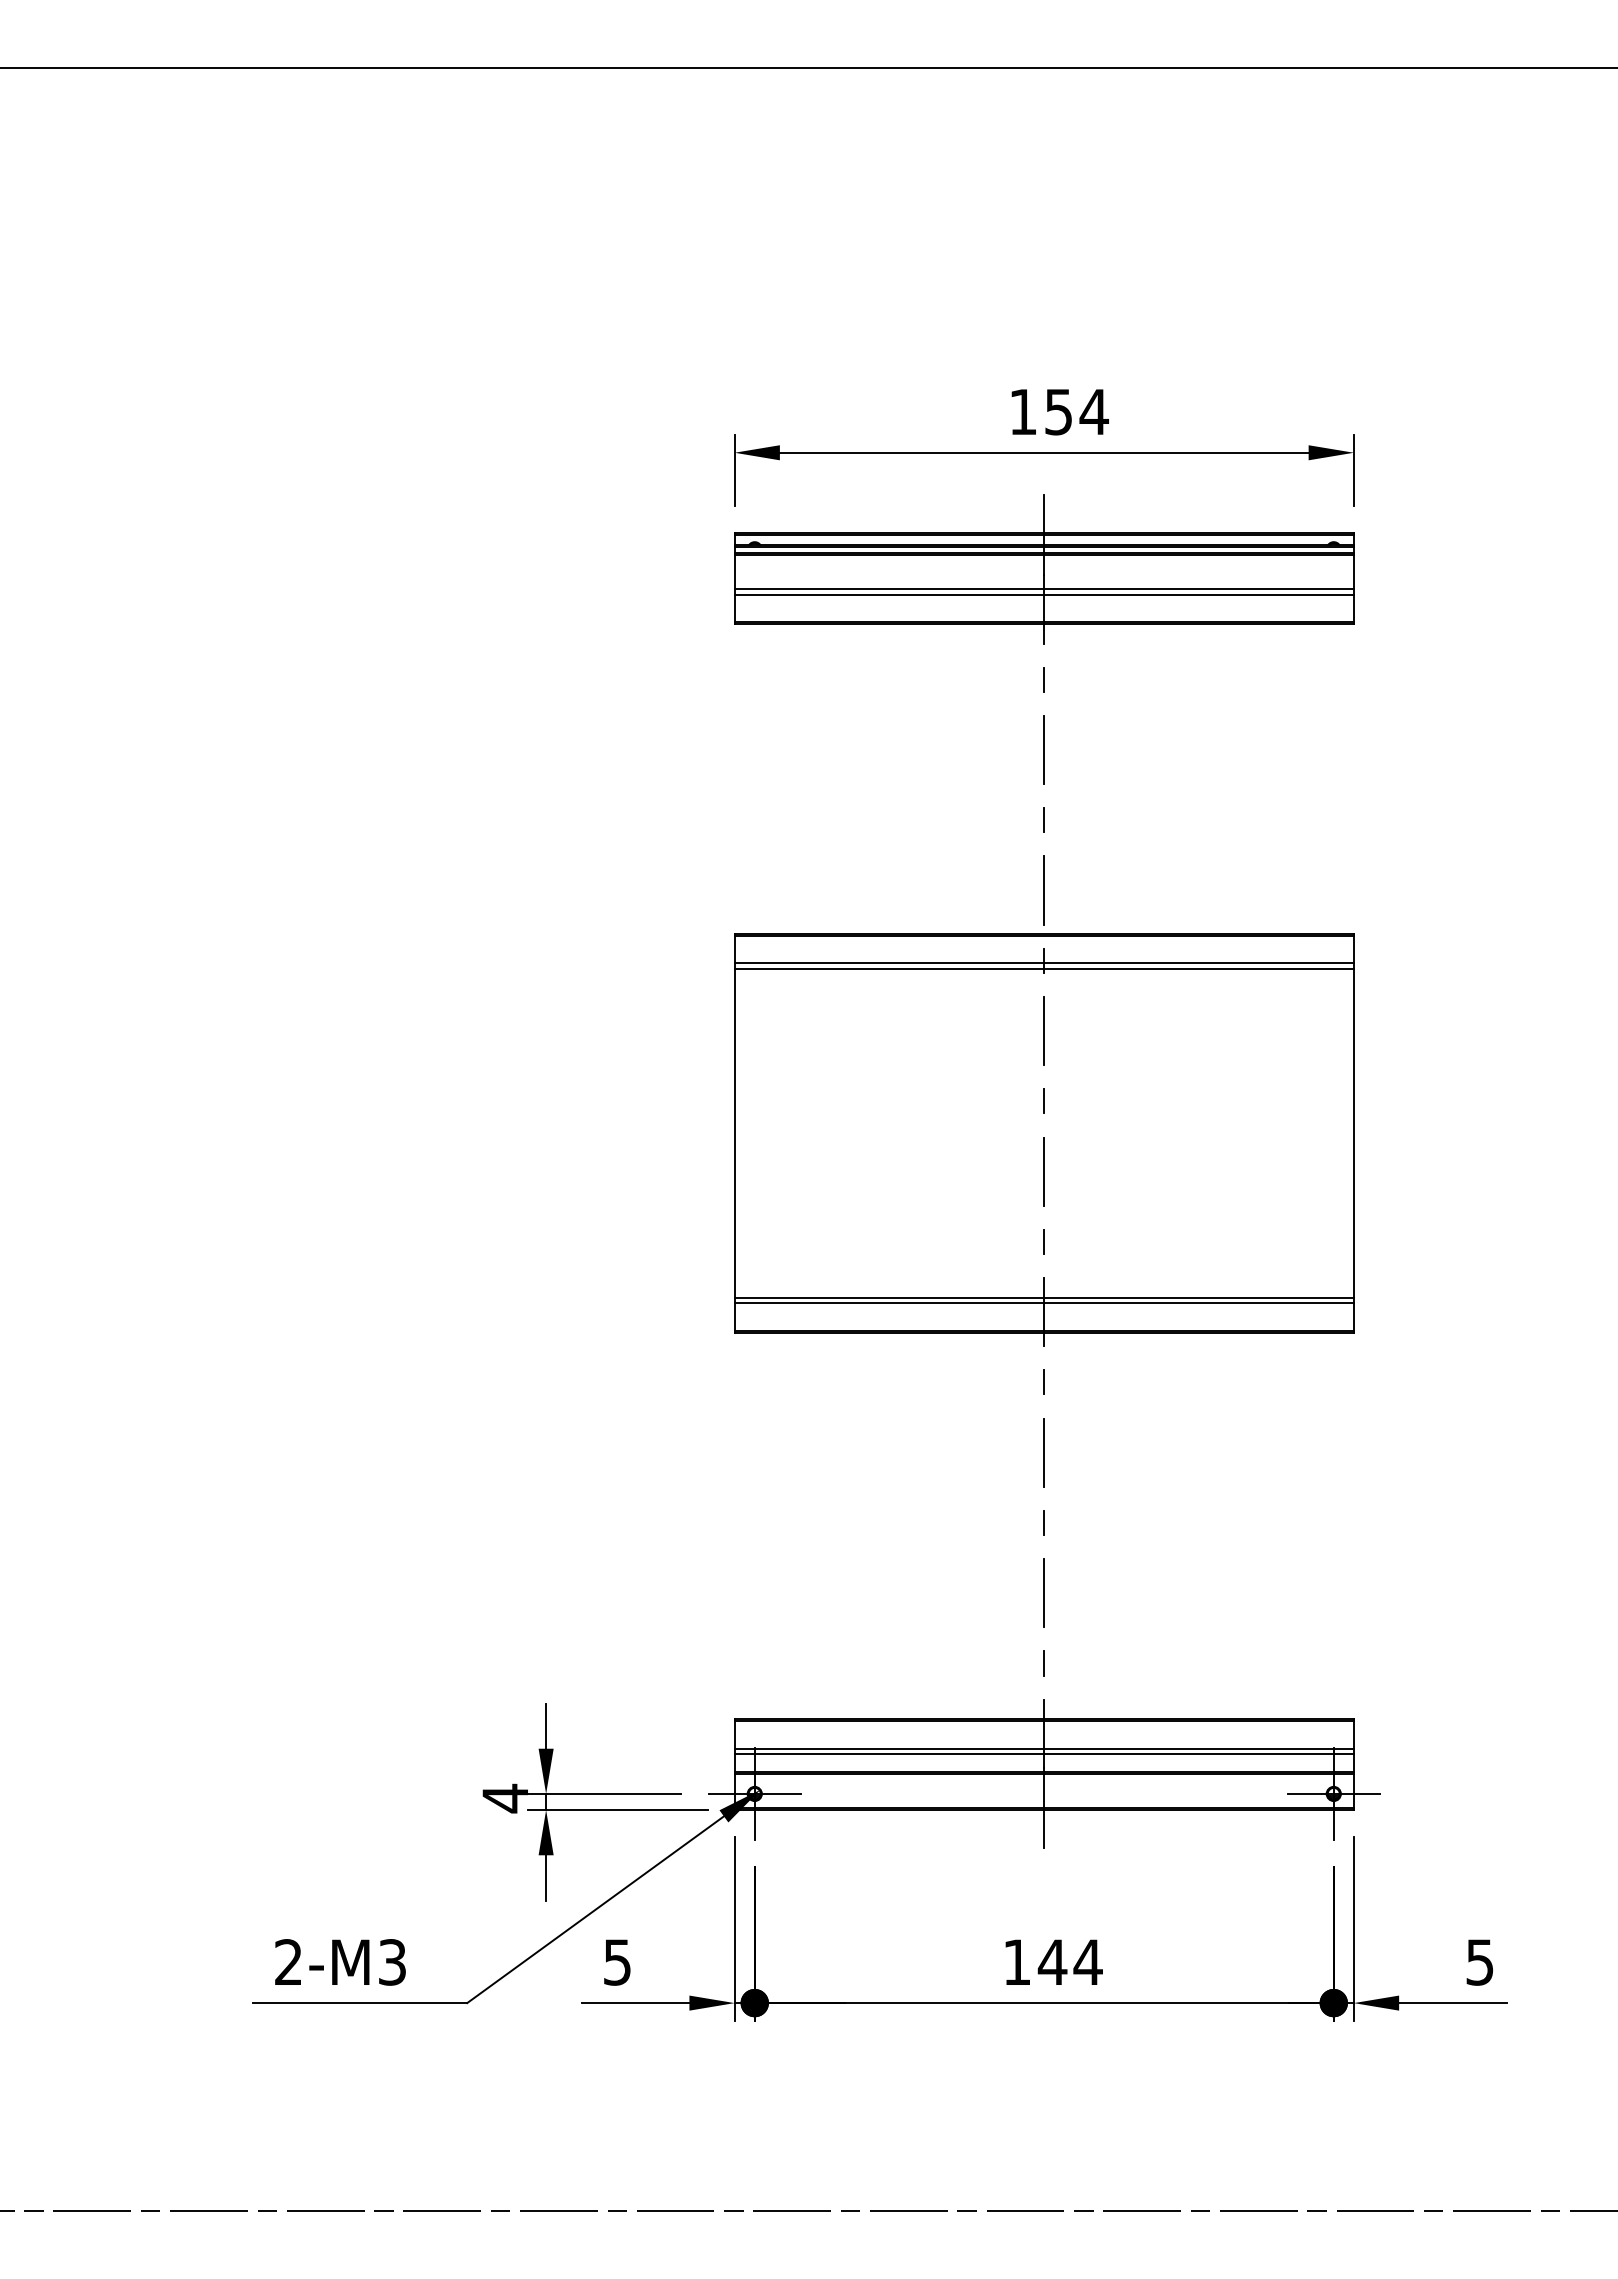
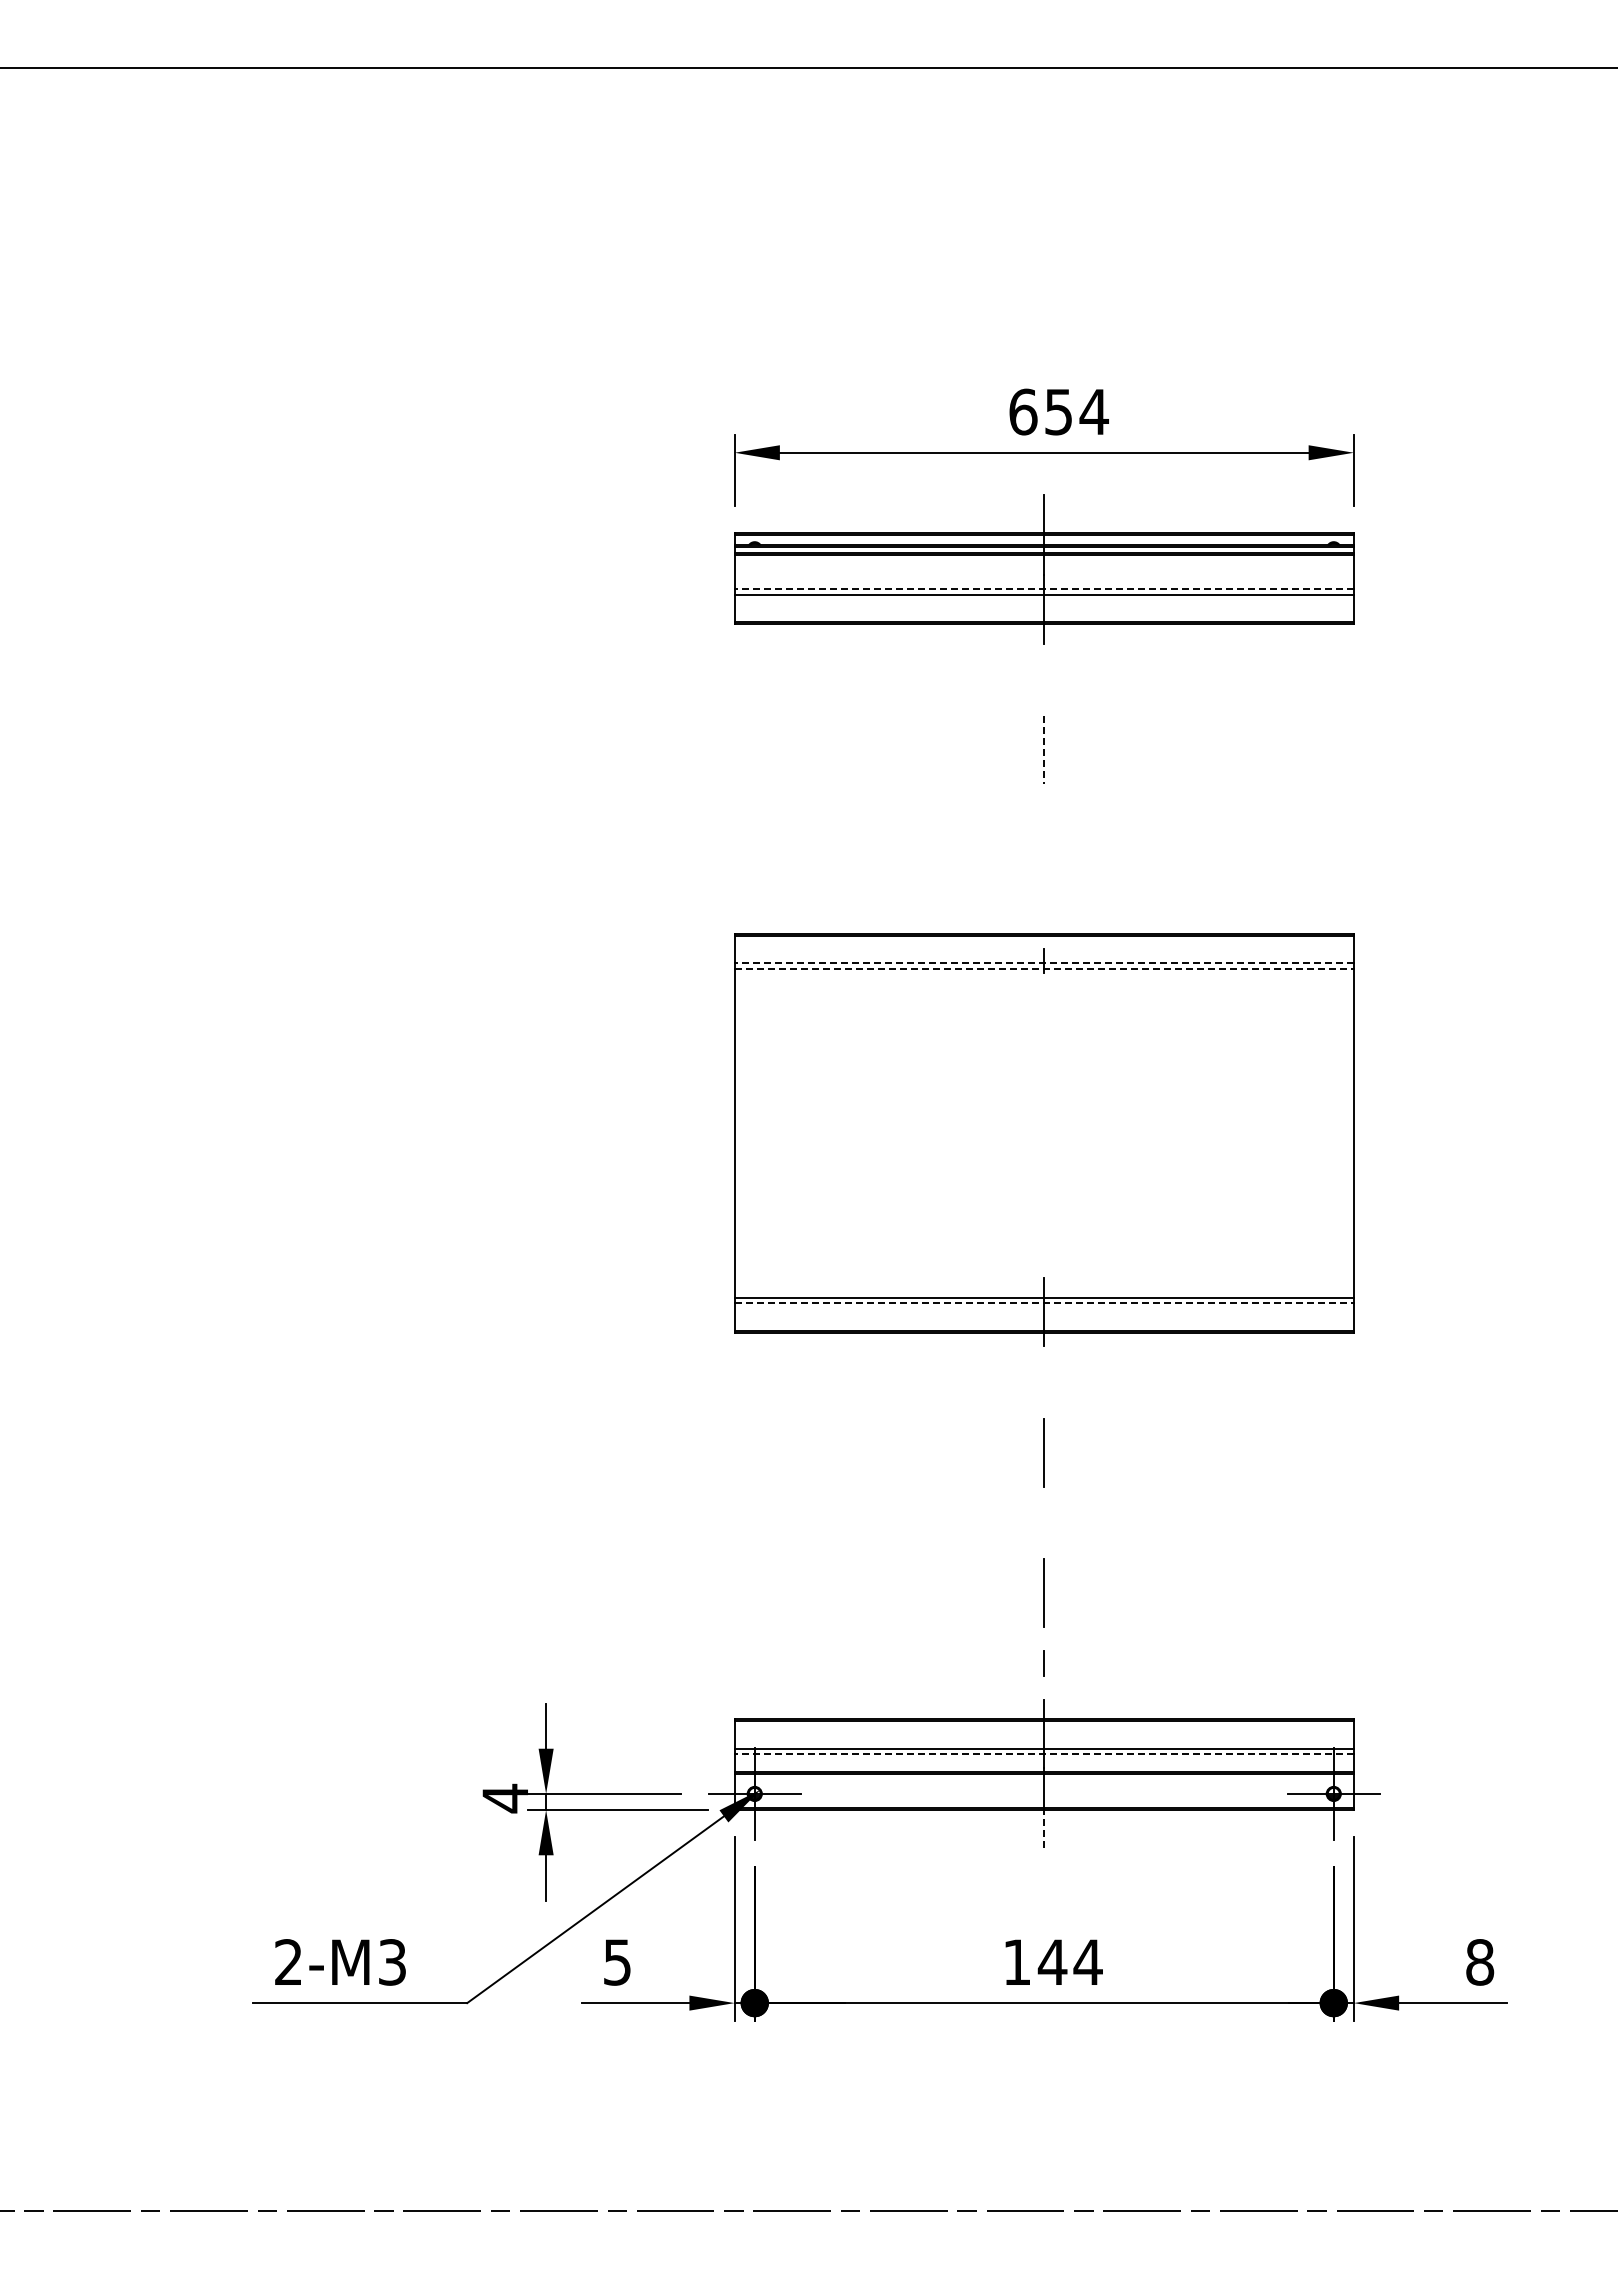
text at (1023, 411): 154 -> 654
line at (1044, 588): solid -> dashed
line at (1044, 679): present -> none
line at (1044, 750): solid -> dashed
line at (1044, 820): present -> none
line at (1044, 890): present -> none
line at (1044, 963): solid -> dashed
line at (1044, 969): solid -> dashed
line at (1044, 1031): present -> none
line at (1044, 1101): present -> none
line at (1043, 1171): present -> none
line at (1044, 1241): present -> none
line at (1044, 1303): solid -> dashed
line at (1044, 1382): present -> none
line at (1044, 1522): present -> none
line at (1044, 1754): solid -> dashed
line at (1044, 1828): solid -> dashed
text at (1480, 1962): 5 -> 8
